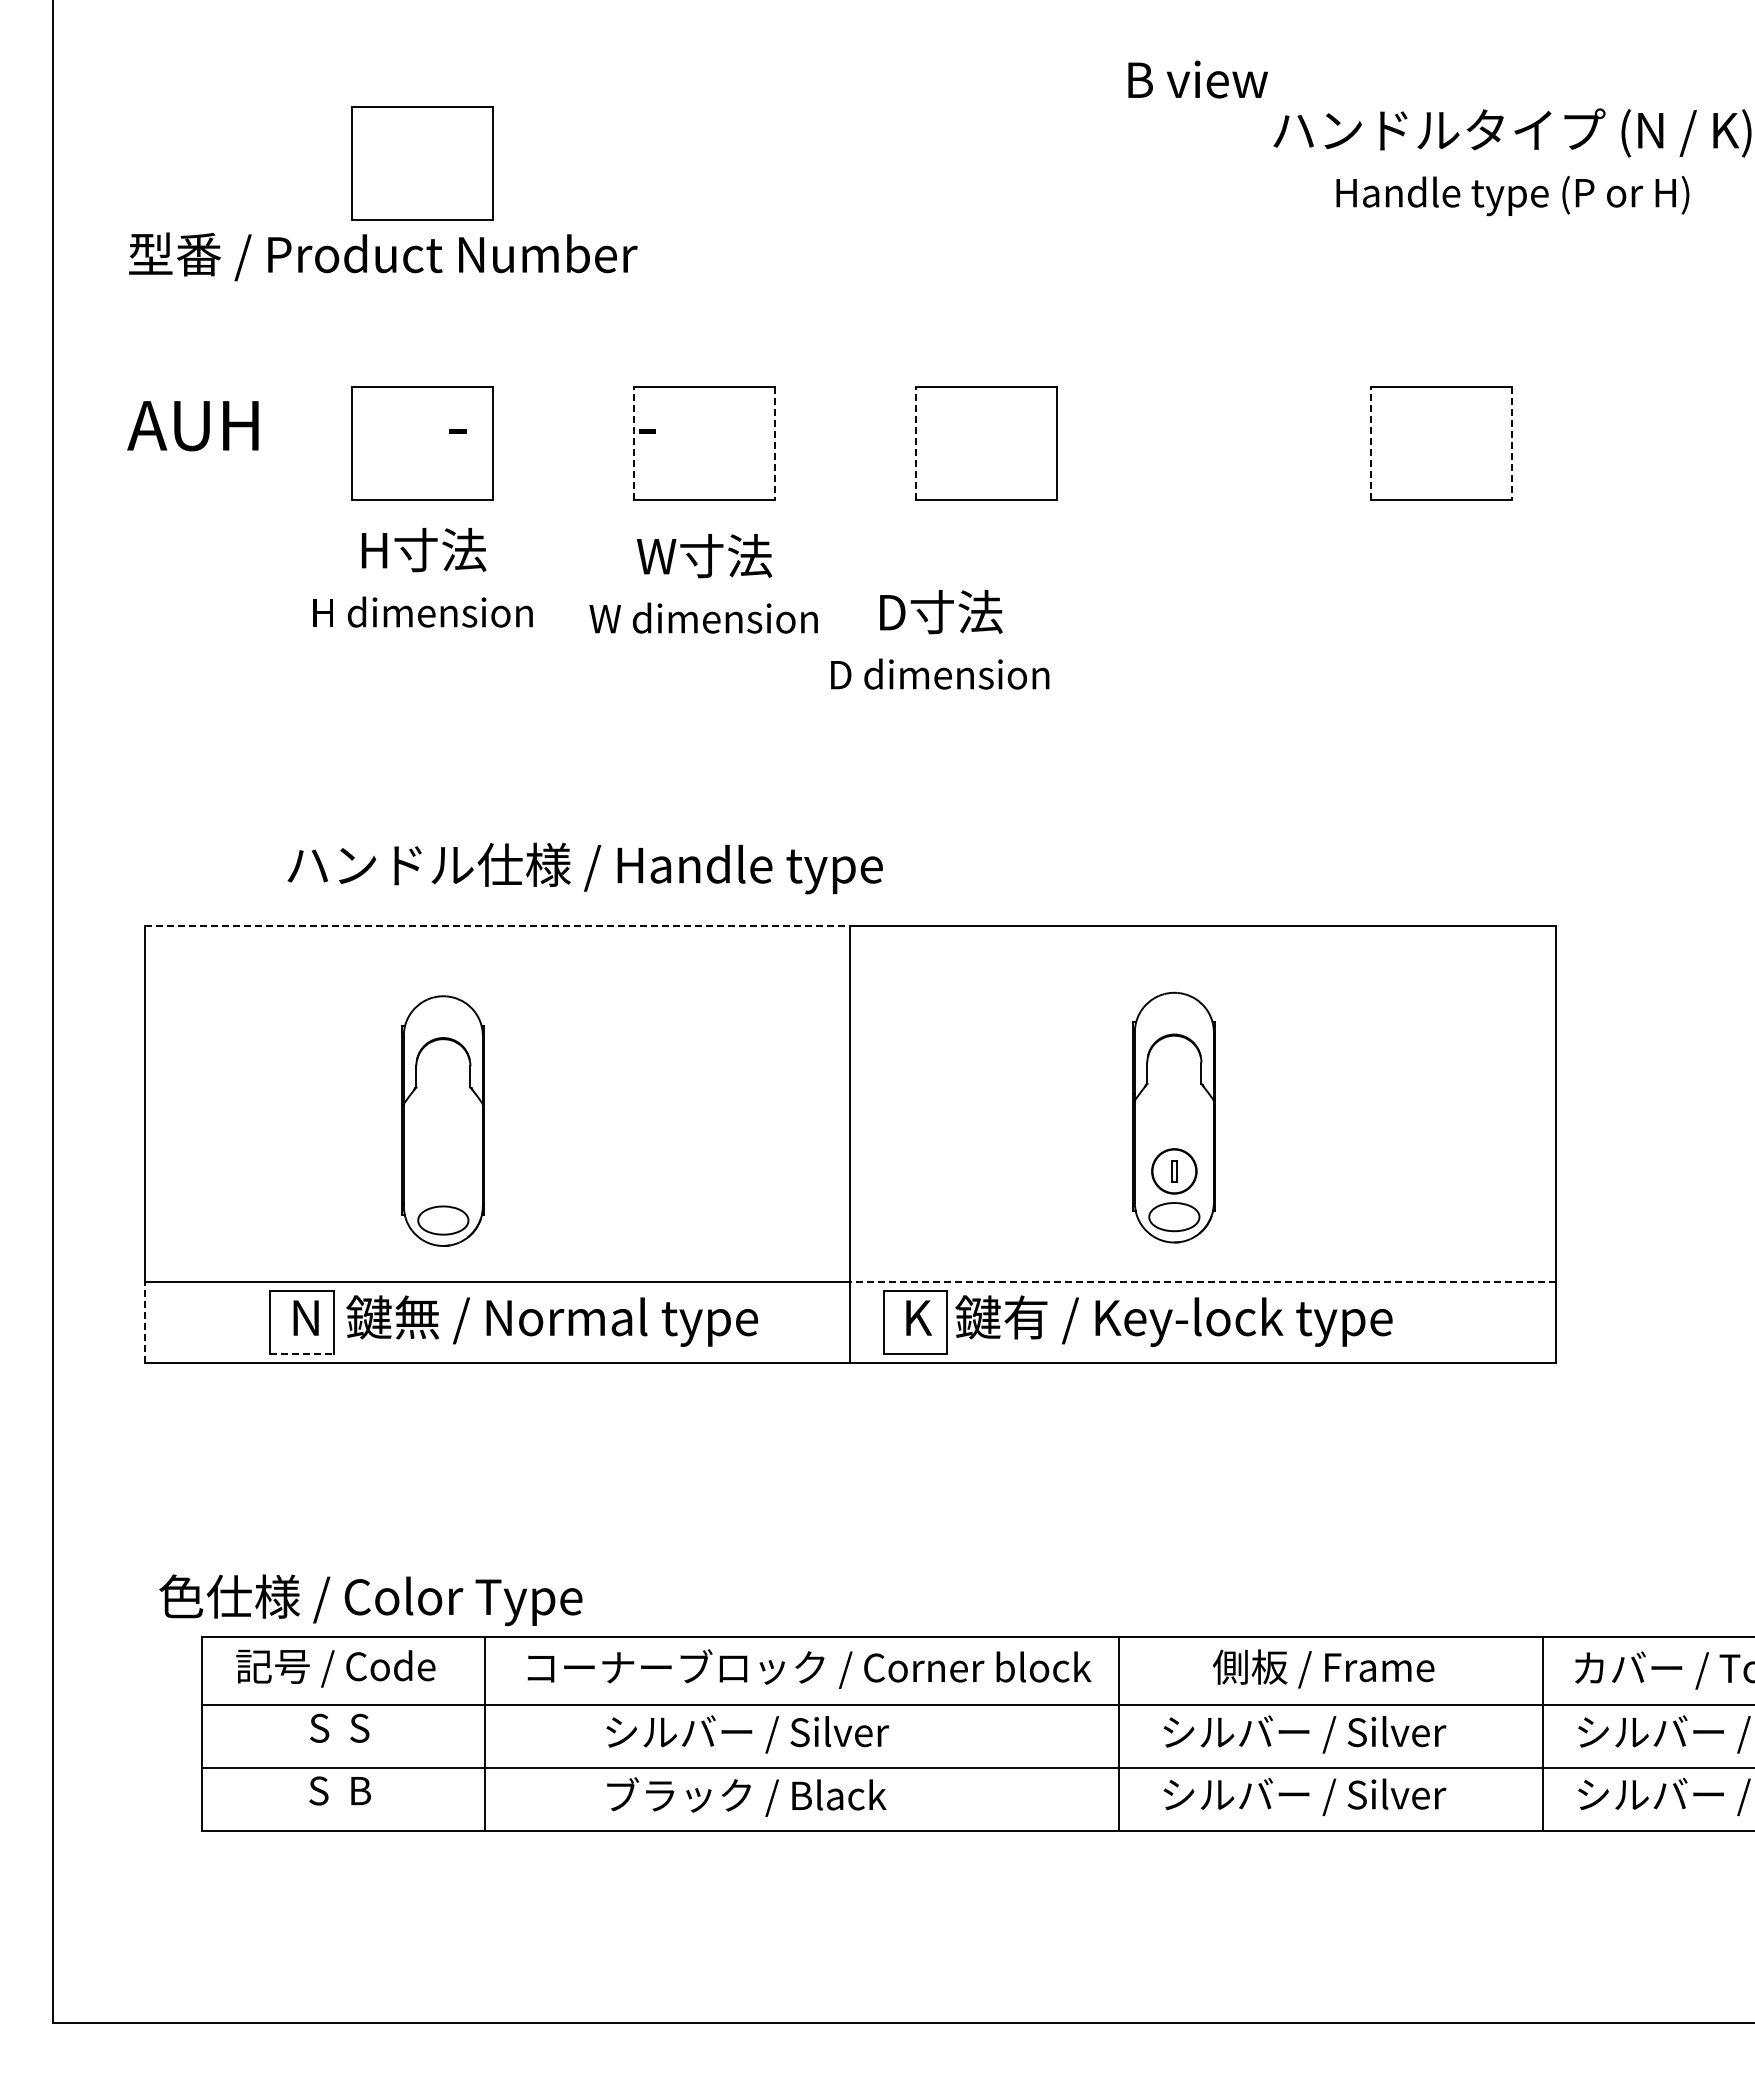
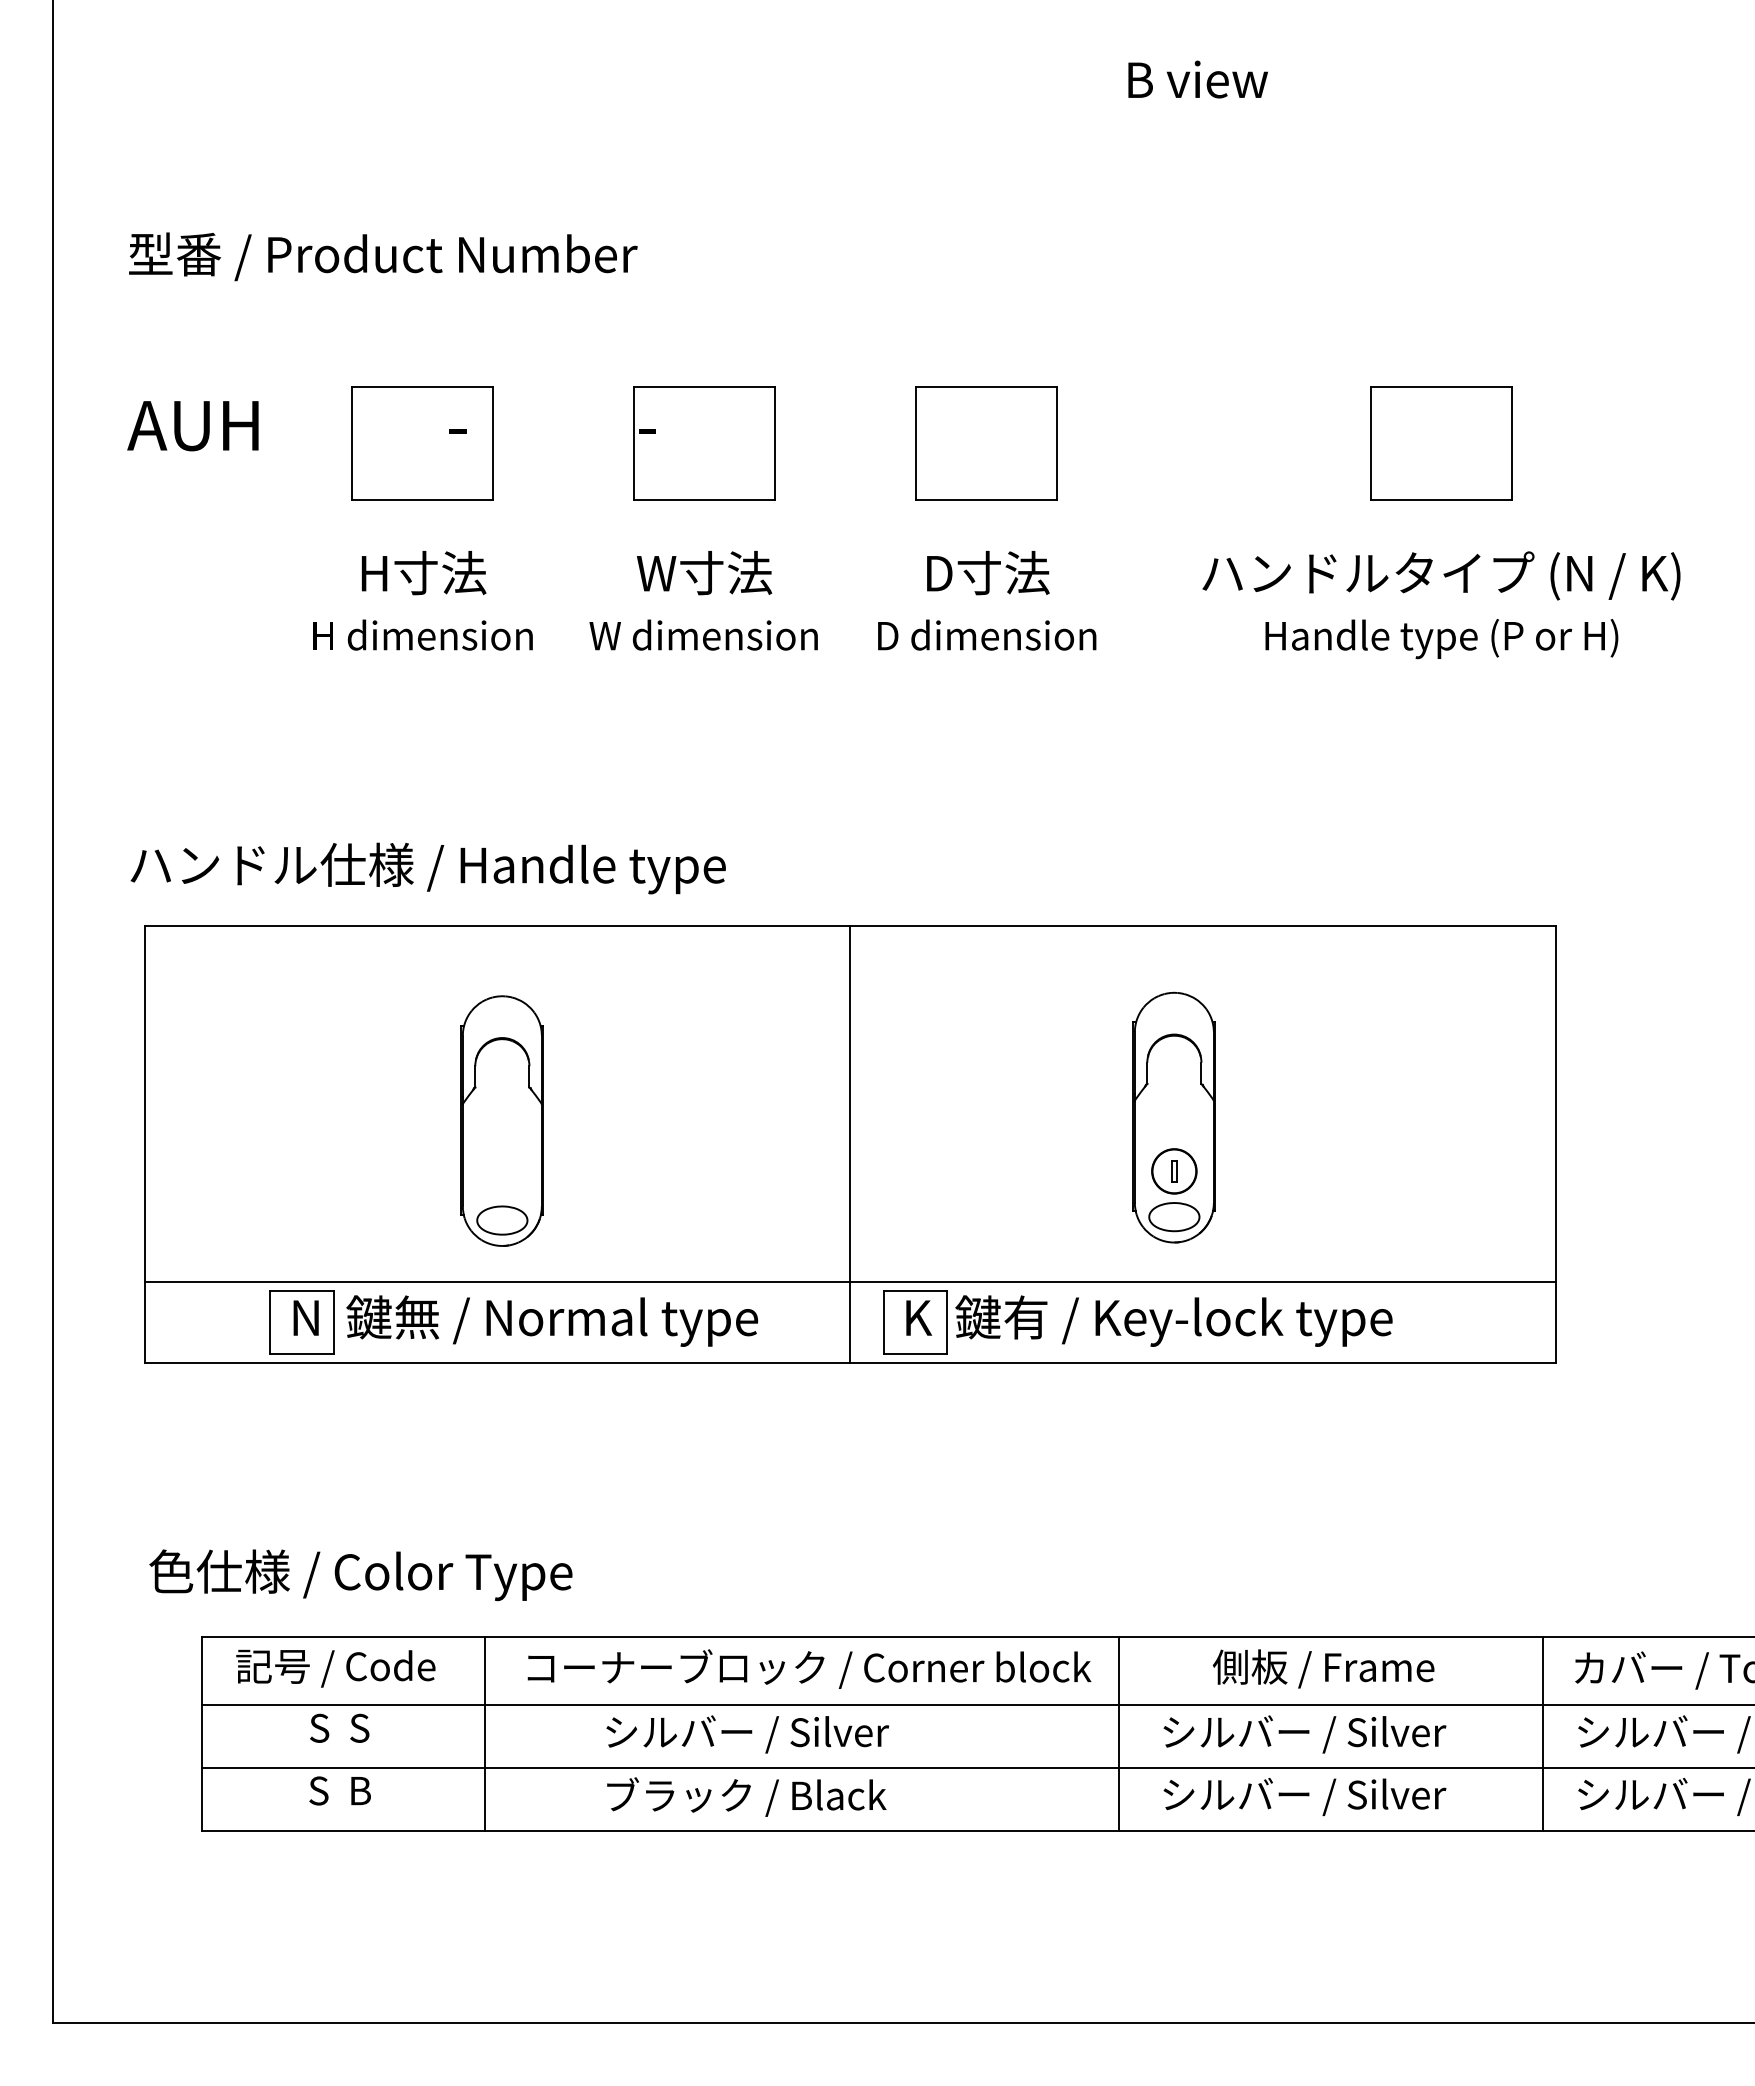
text at (1512, 162) position: (1512, 162) -> (1441, 605)
part at (422, 163): present -> none
line at (634, 442): dashed -> solid
line at (916, 442): dashed -> solid
line at (1371, 442): dashed -> solid
line at (775, 443): dashed -> solid
line at (1512, 443): dashed -> solid
text at (422, 577) position: (422, 577) -> (422, 600)
text at (703, 583) position: (703, 583) -> (703, 600)
text at (940, 639) position: (940, 639) -> (987, 600)
text at (584, 868) position: (584, 868) -> (427, 868)
line at (497, 925): dashed -> solid
part at (442, 1120) position: (442, 1120) -> (501, 1120)
line at (1202, 1282): dashed -> solid
line at (145, 1322): dashed -> solid
line at (302, 1354): dashed -> solid
text at (370, 1600) position: (370, 1600) -> (360, 1575)
